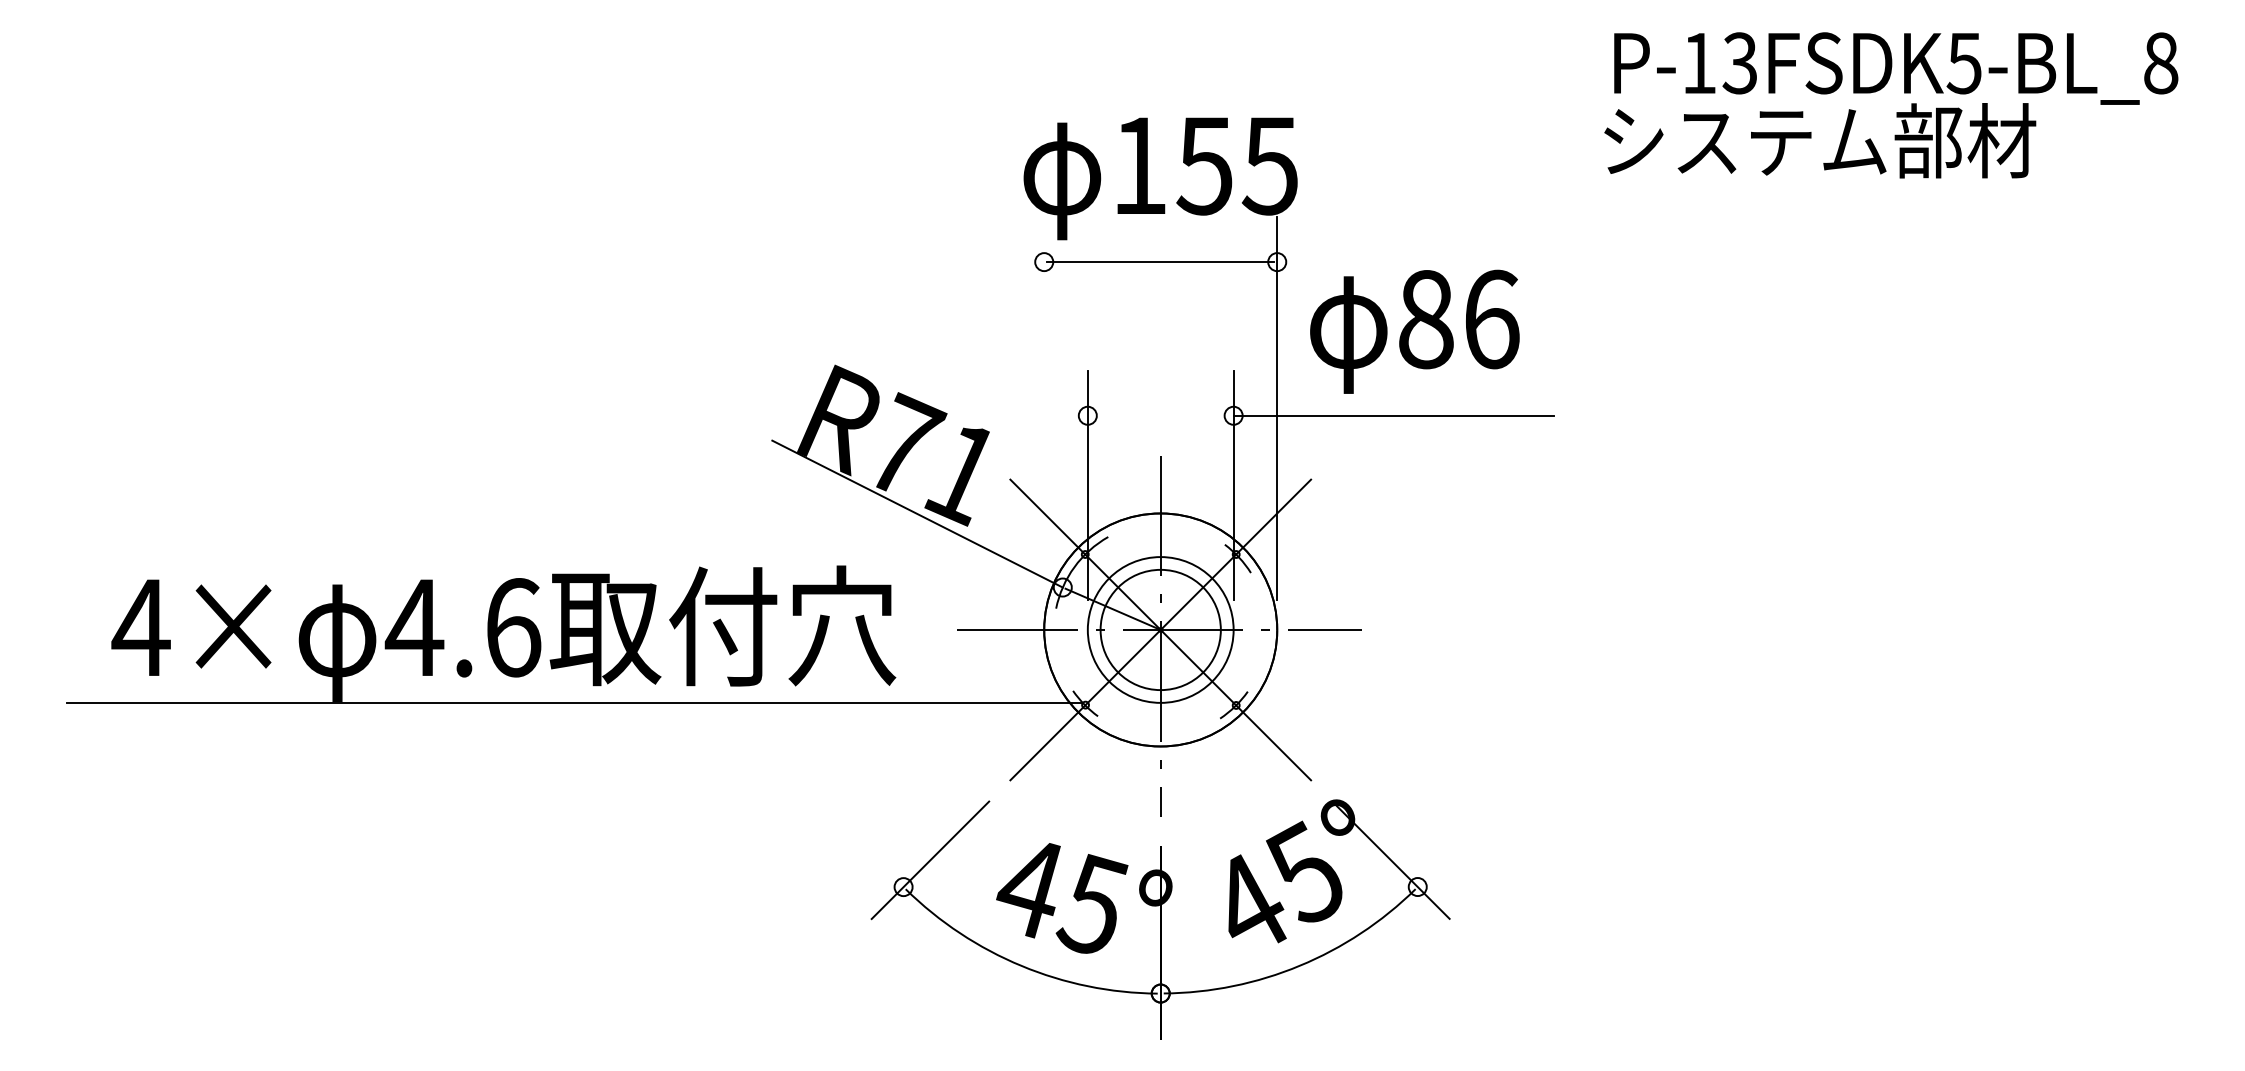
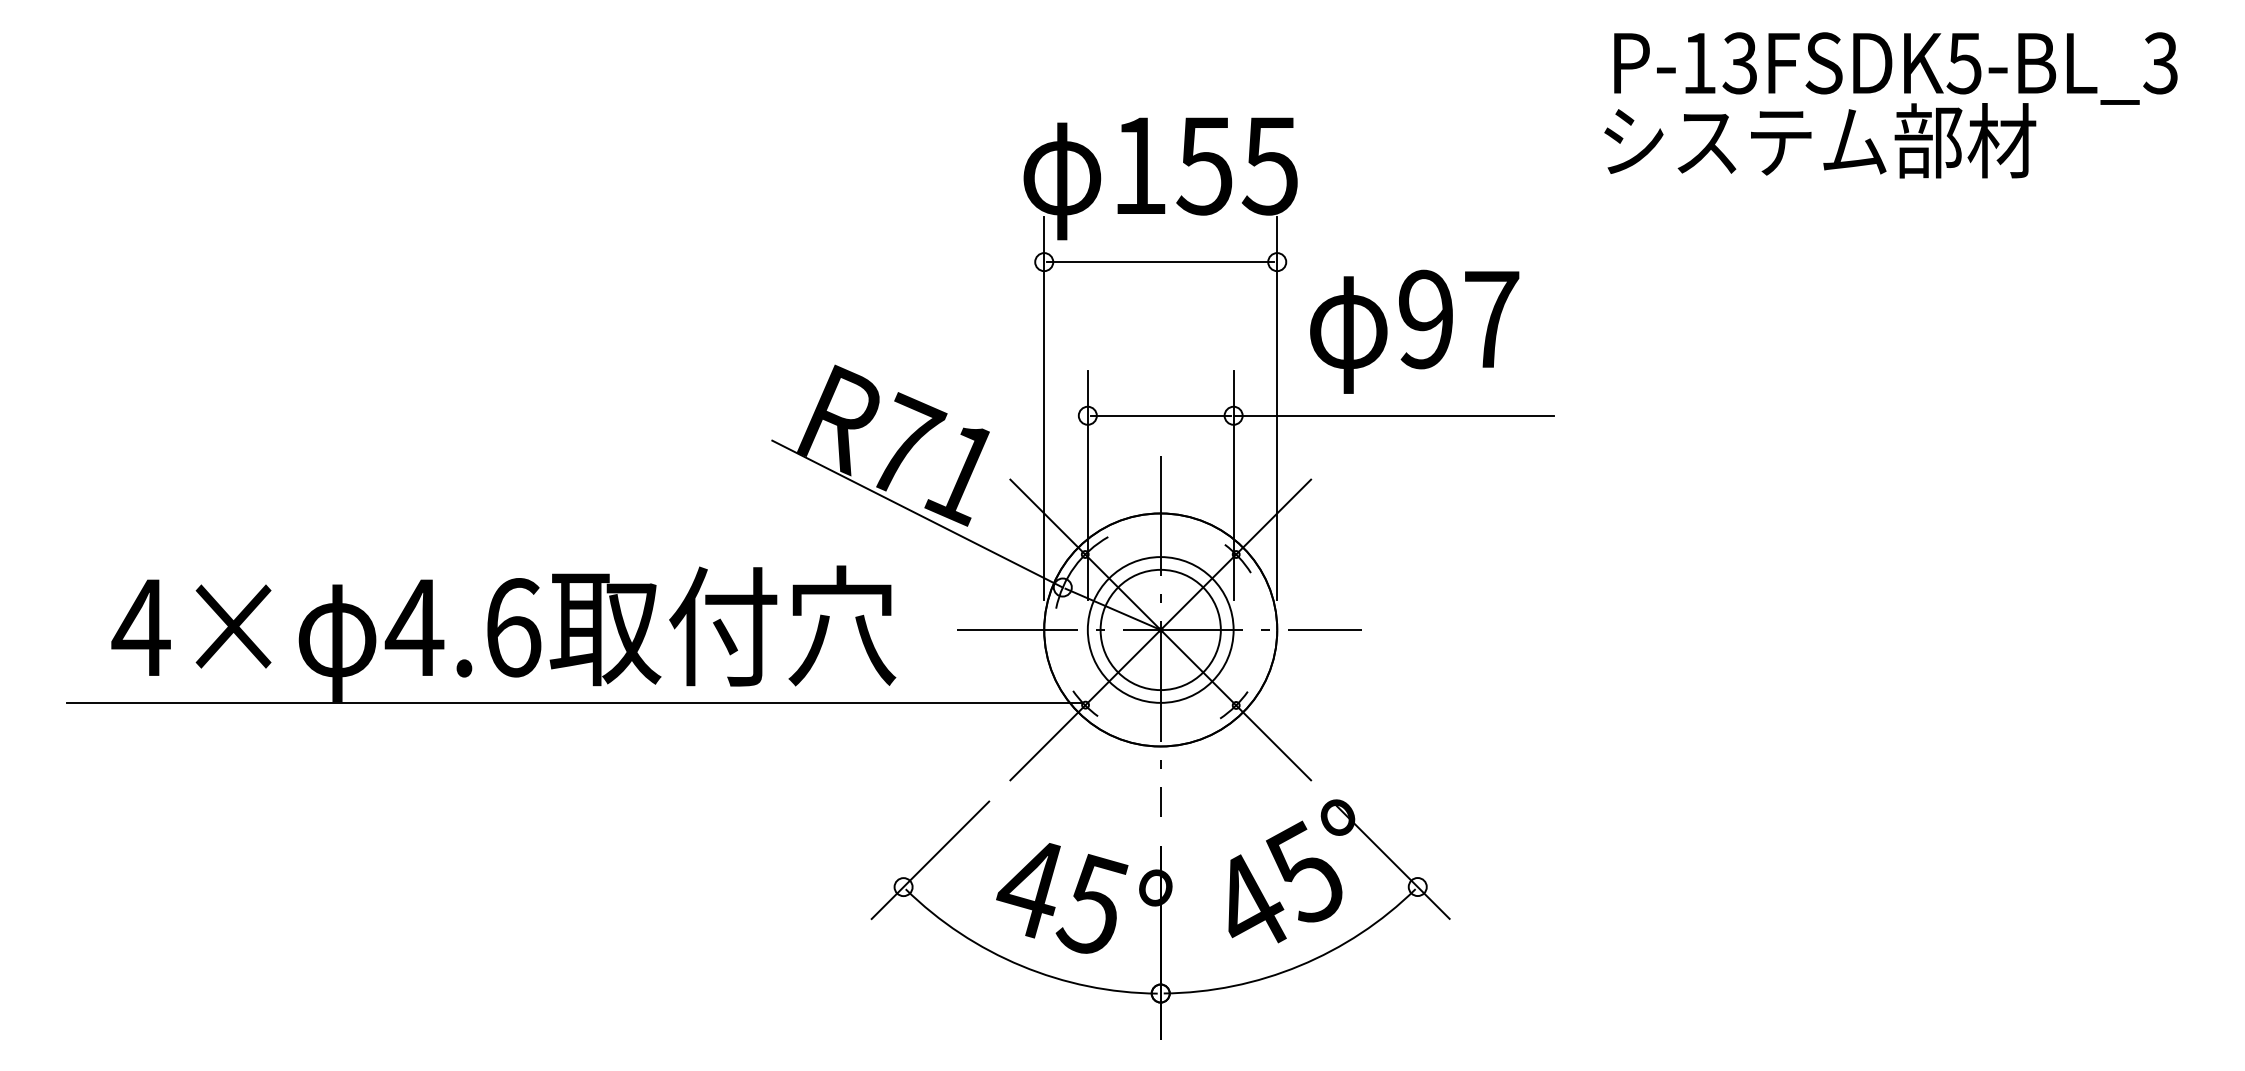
text at (2160, 63): P-13FSDK5-BL_8 -> P-13FSDK5-BL_3
text at (1459, 319): 86 -> 97
line at (1044, 408): none -> present
line at (1160, 415): none -> present
